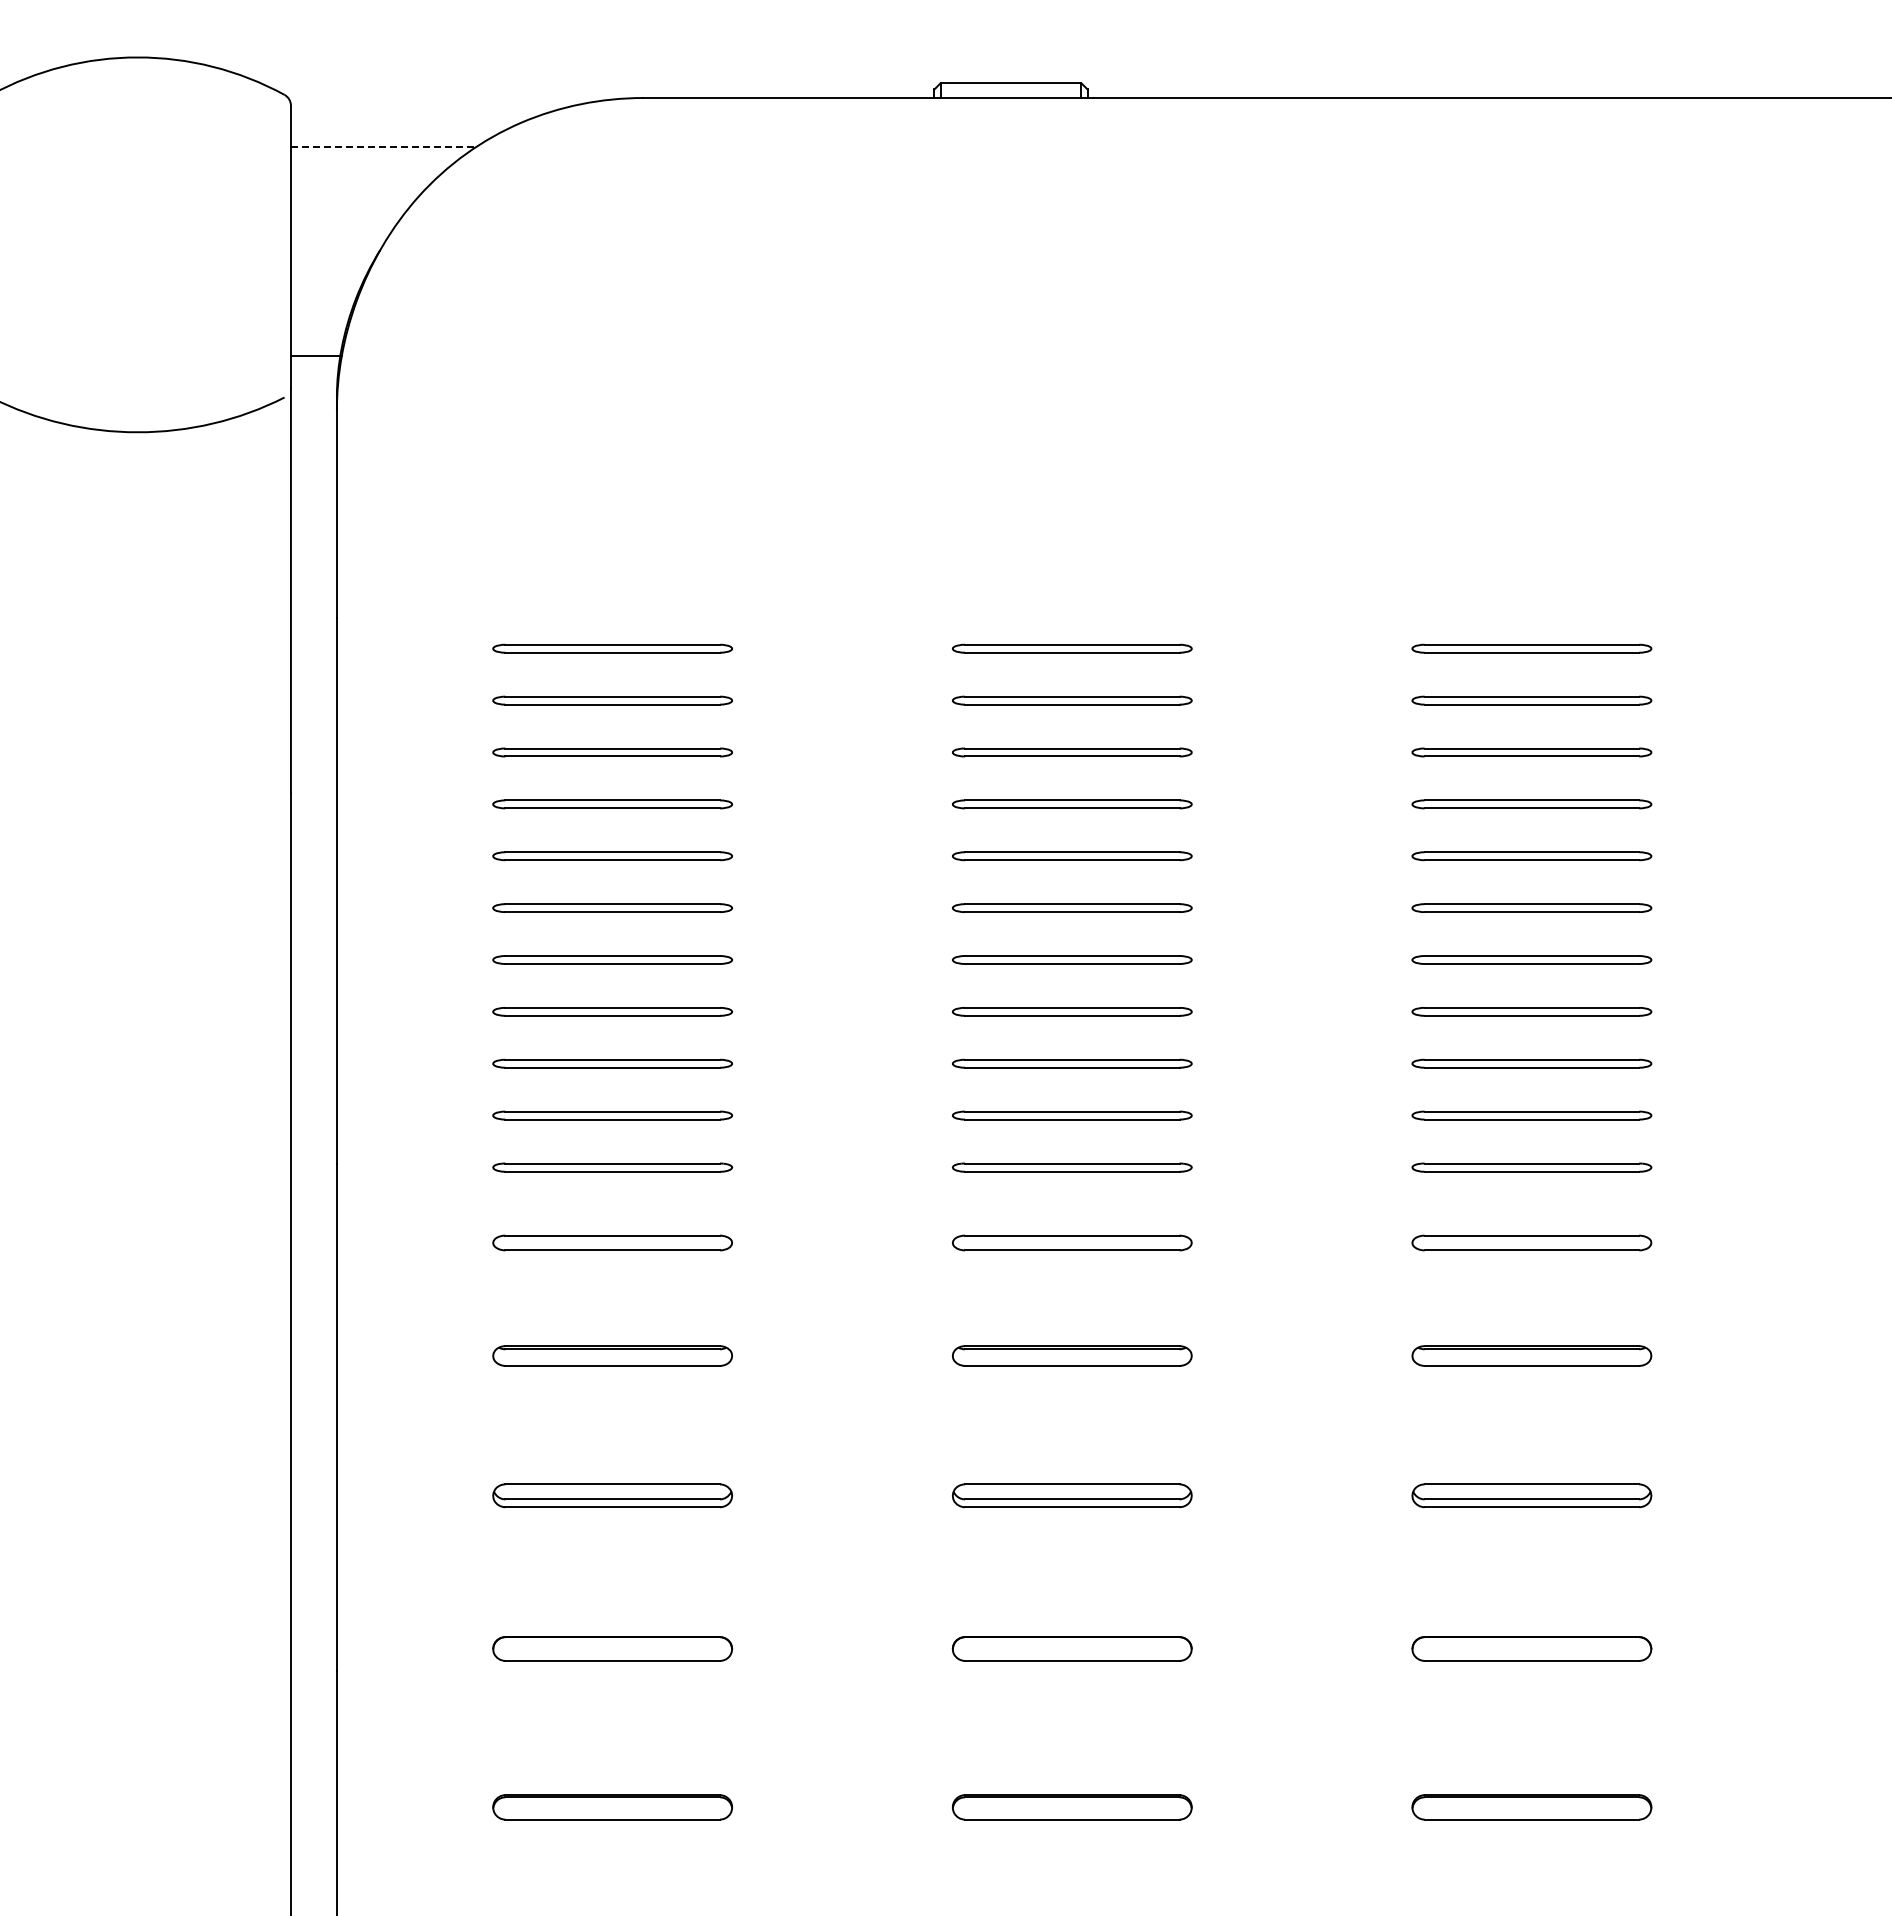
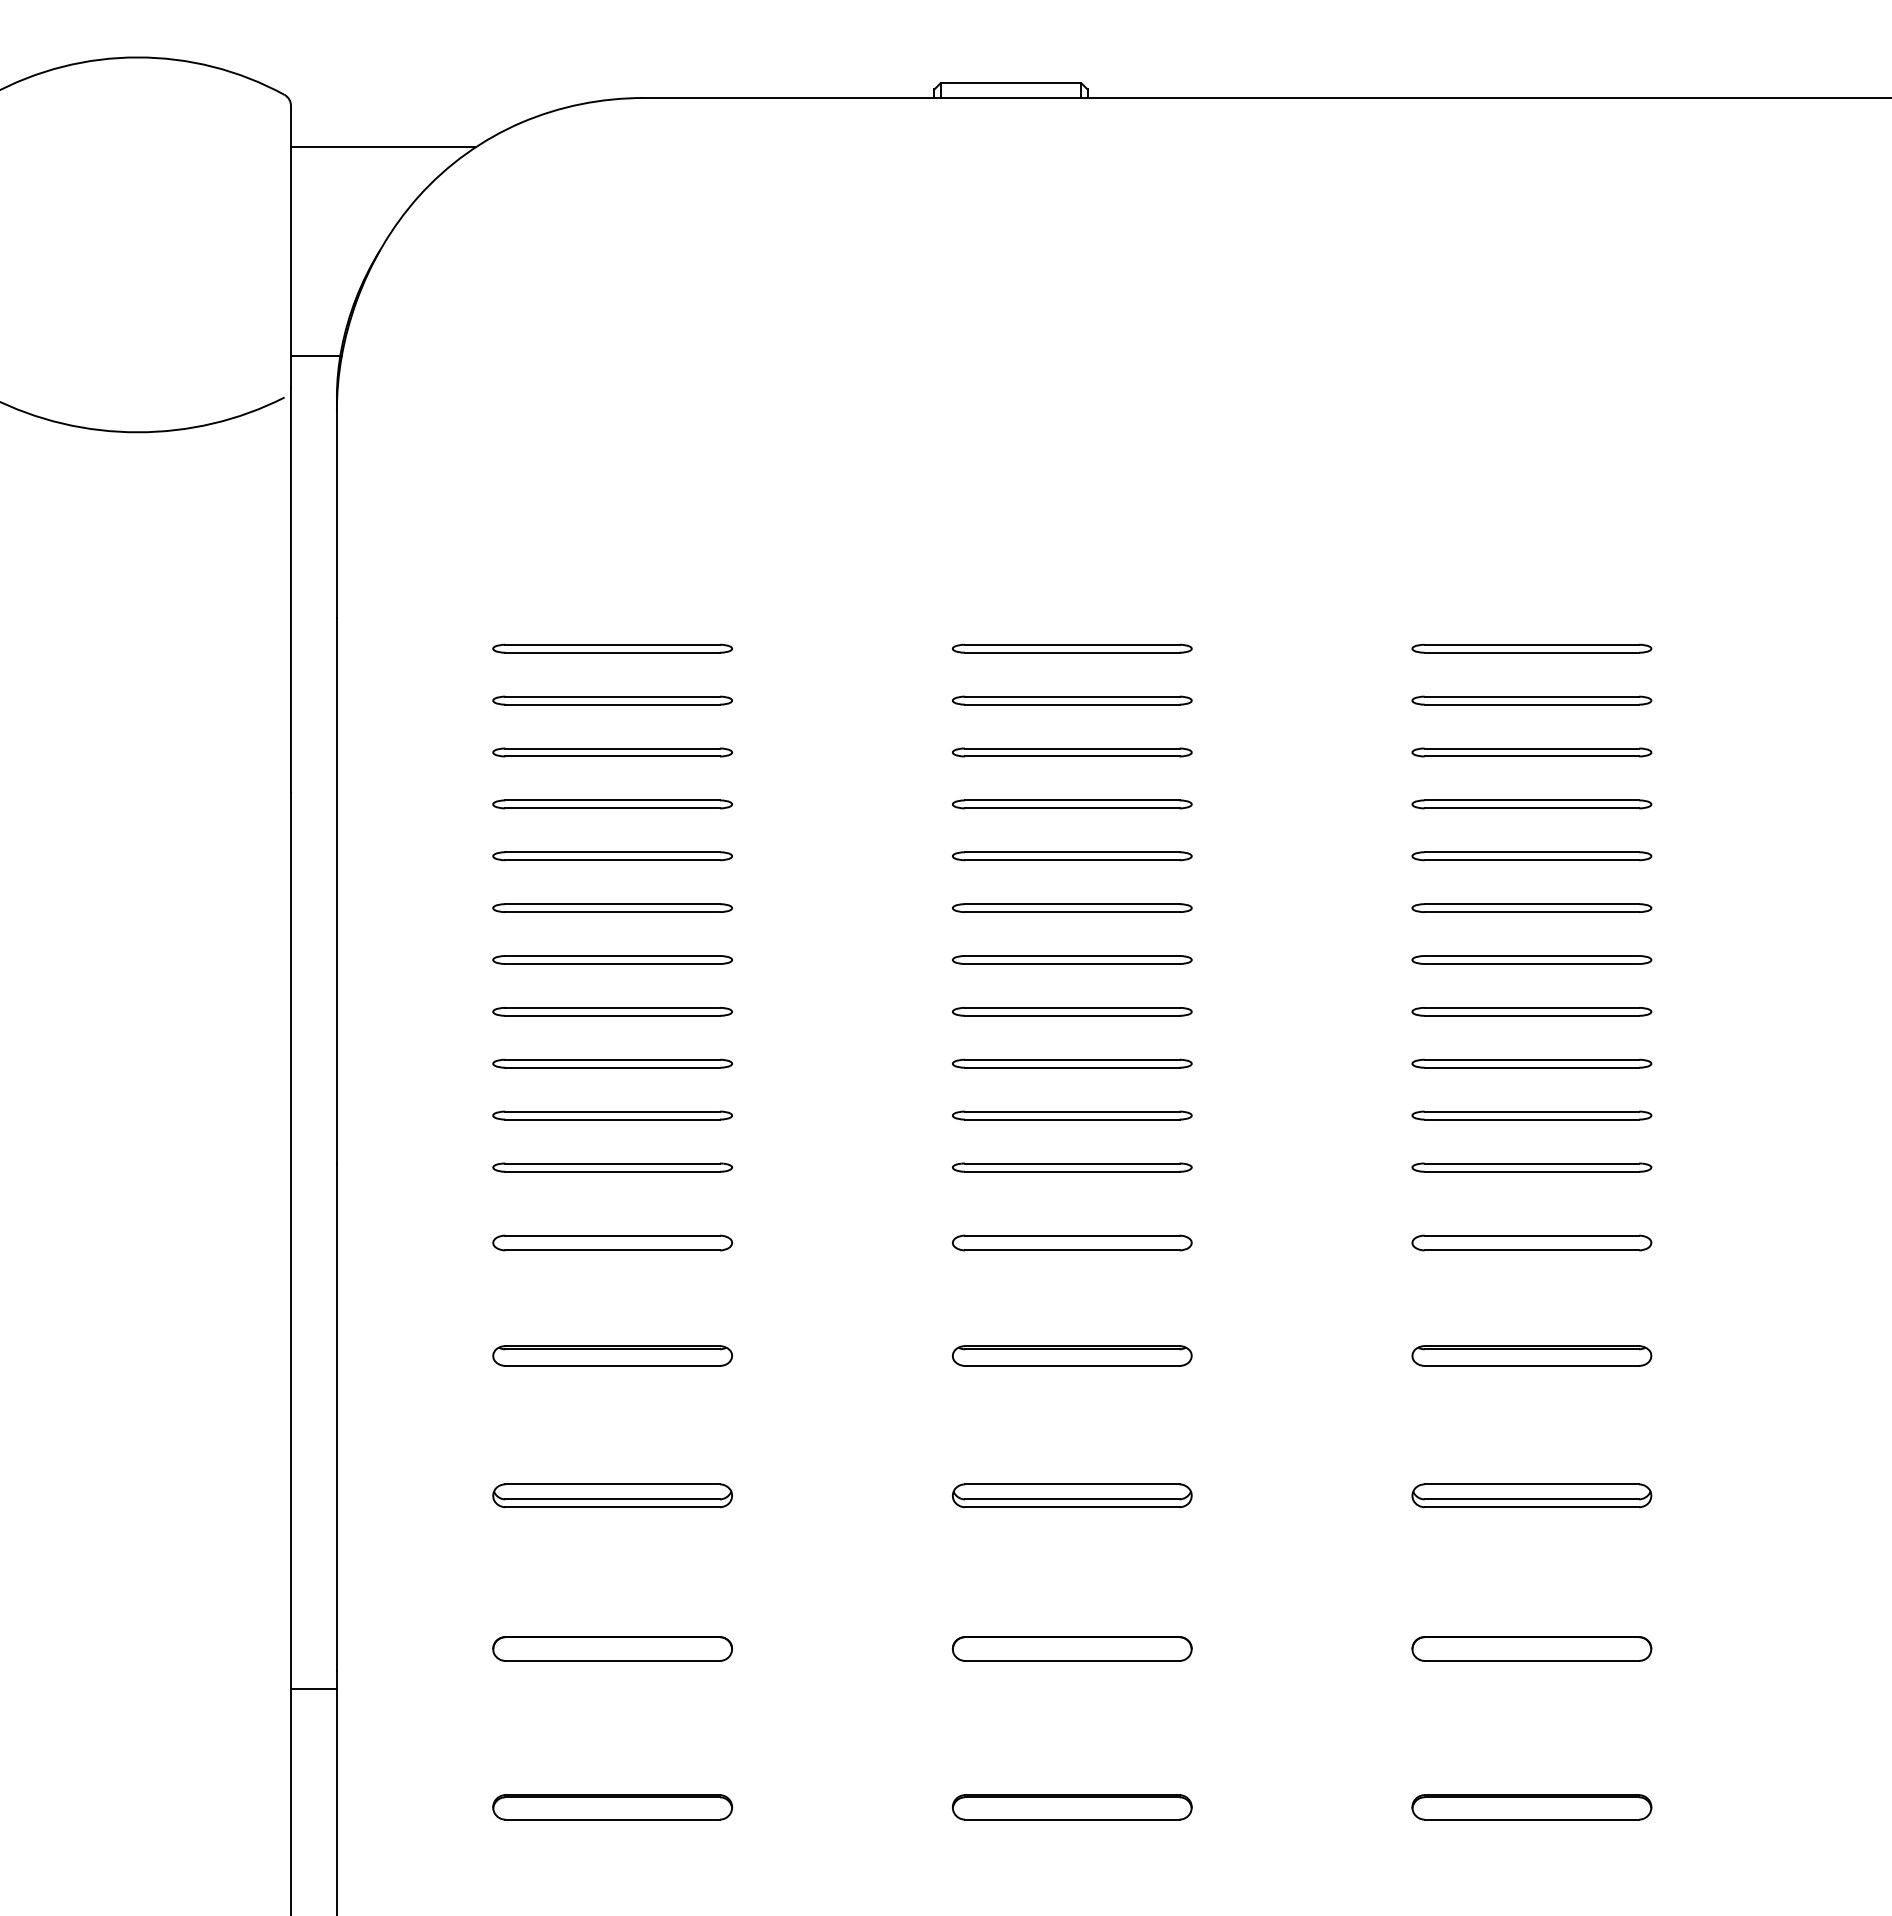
line at (383, 147): dashed -> solid
line at (313, 1689): none -> present
